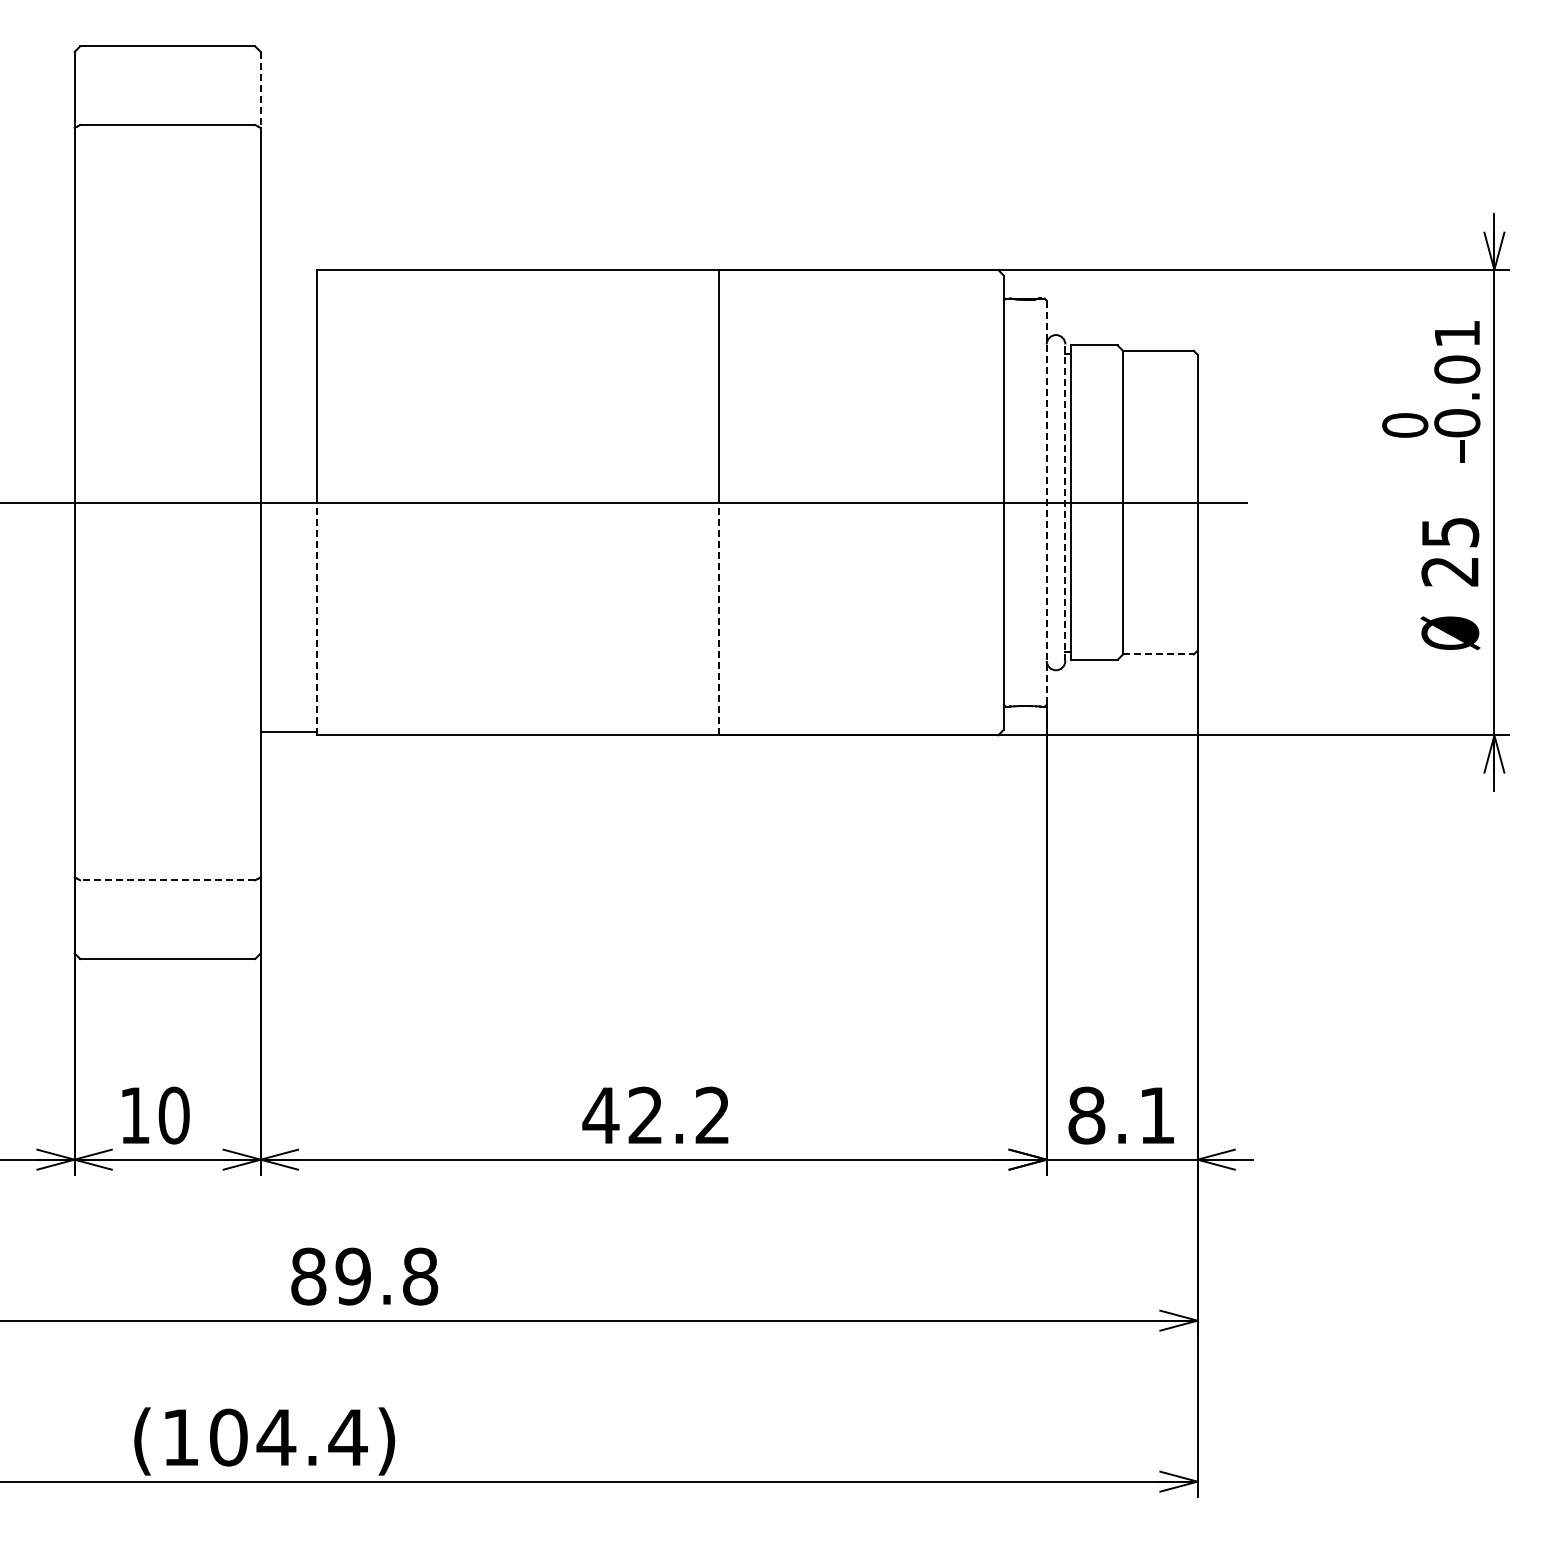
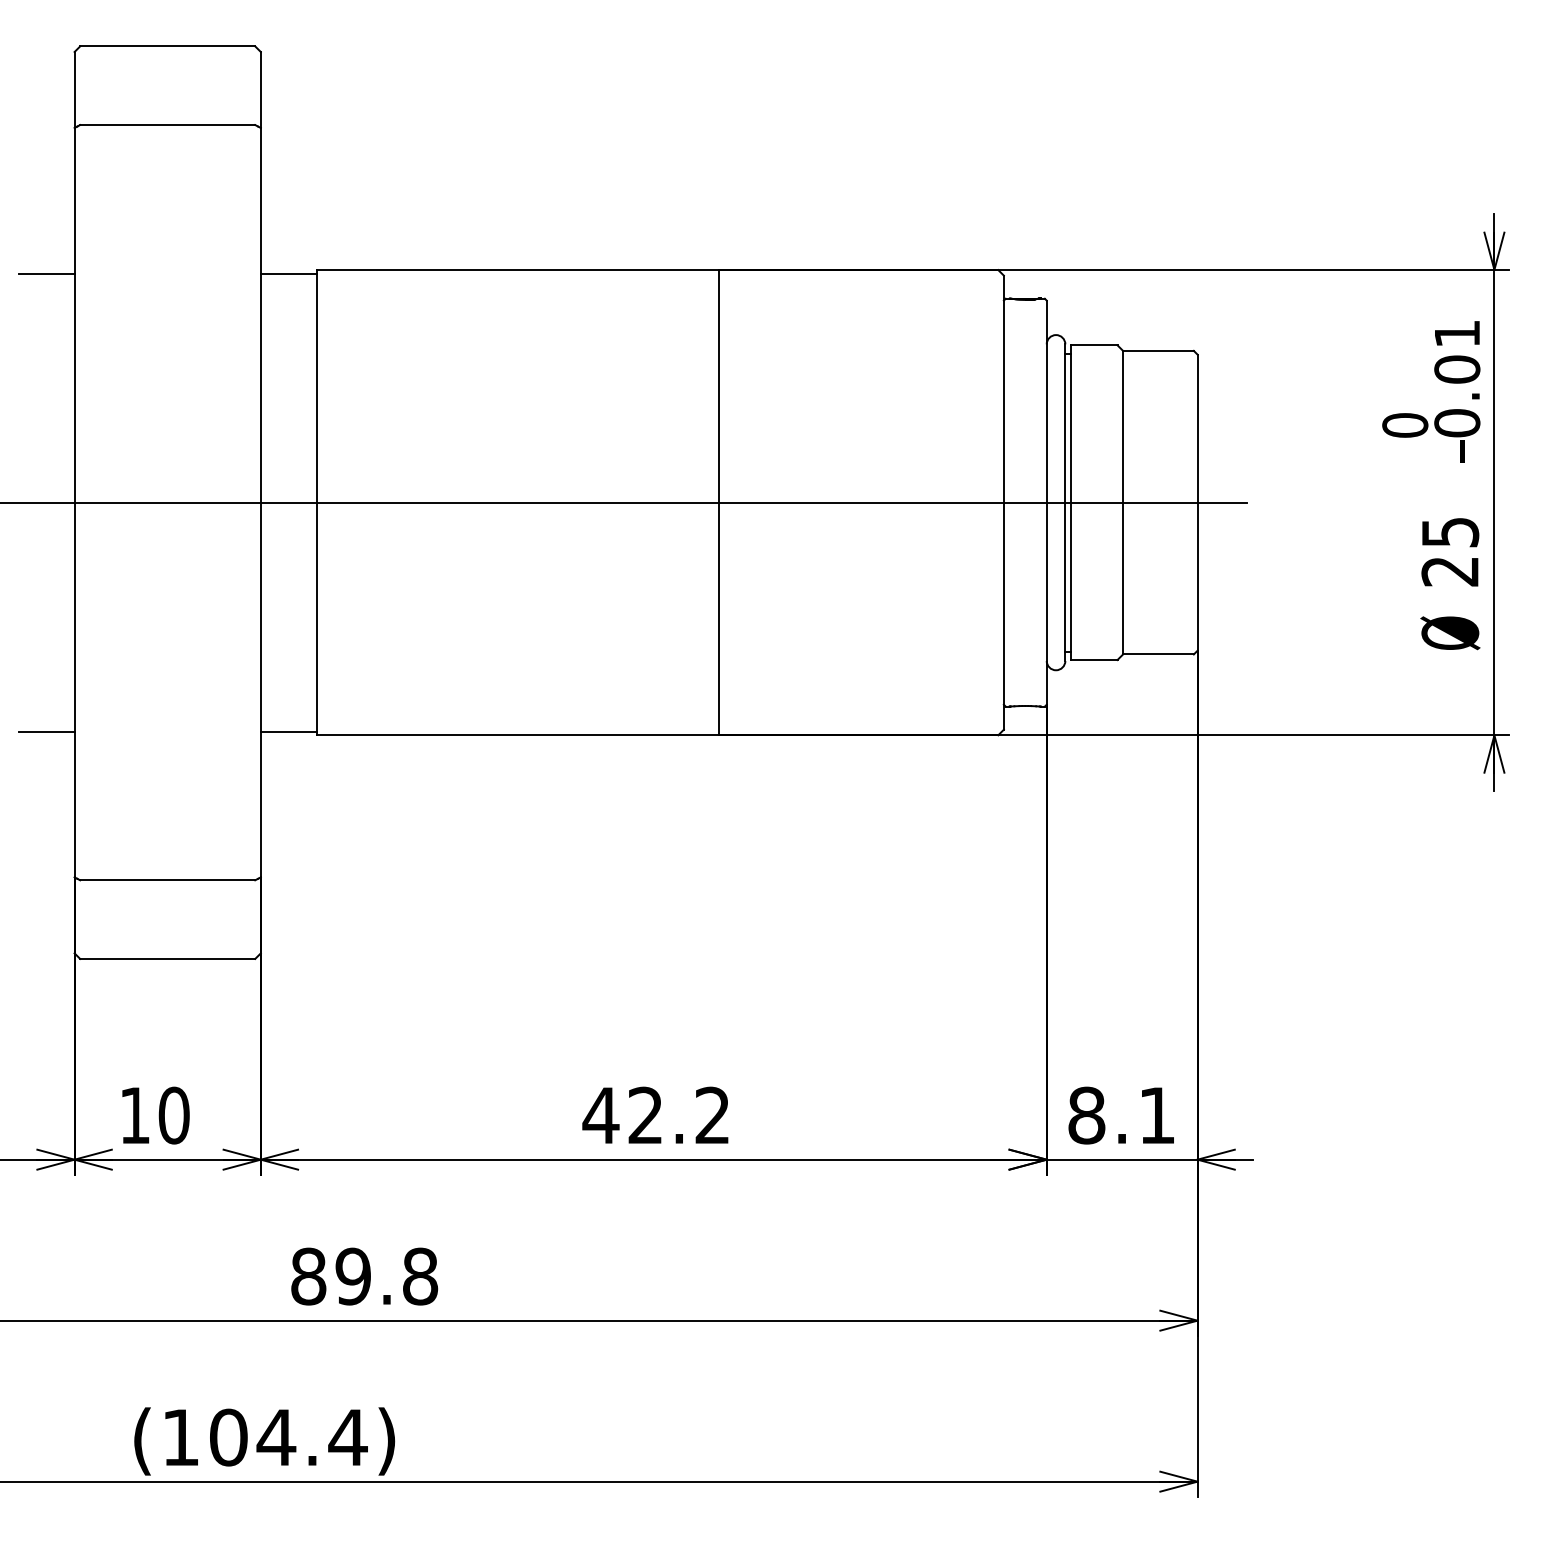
line at (260, 90): dashed -> solid
line at (46, 273): none -> present
line at (288, 273): none -> present
line at (1065, 502): dashed -> solid
line at (1046, 503): dashed -> solid
line at (316, 618): dashed -> solid
line at (718, 618): dashed -> solid
line at (1158, 654): dashed -> solid
line at (46, 731): none -> present
line at (167, 880): dashed -> solid
